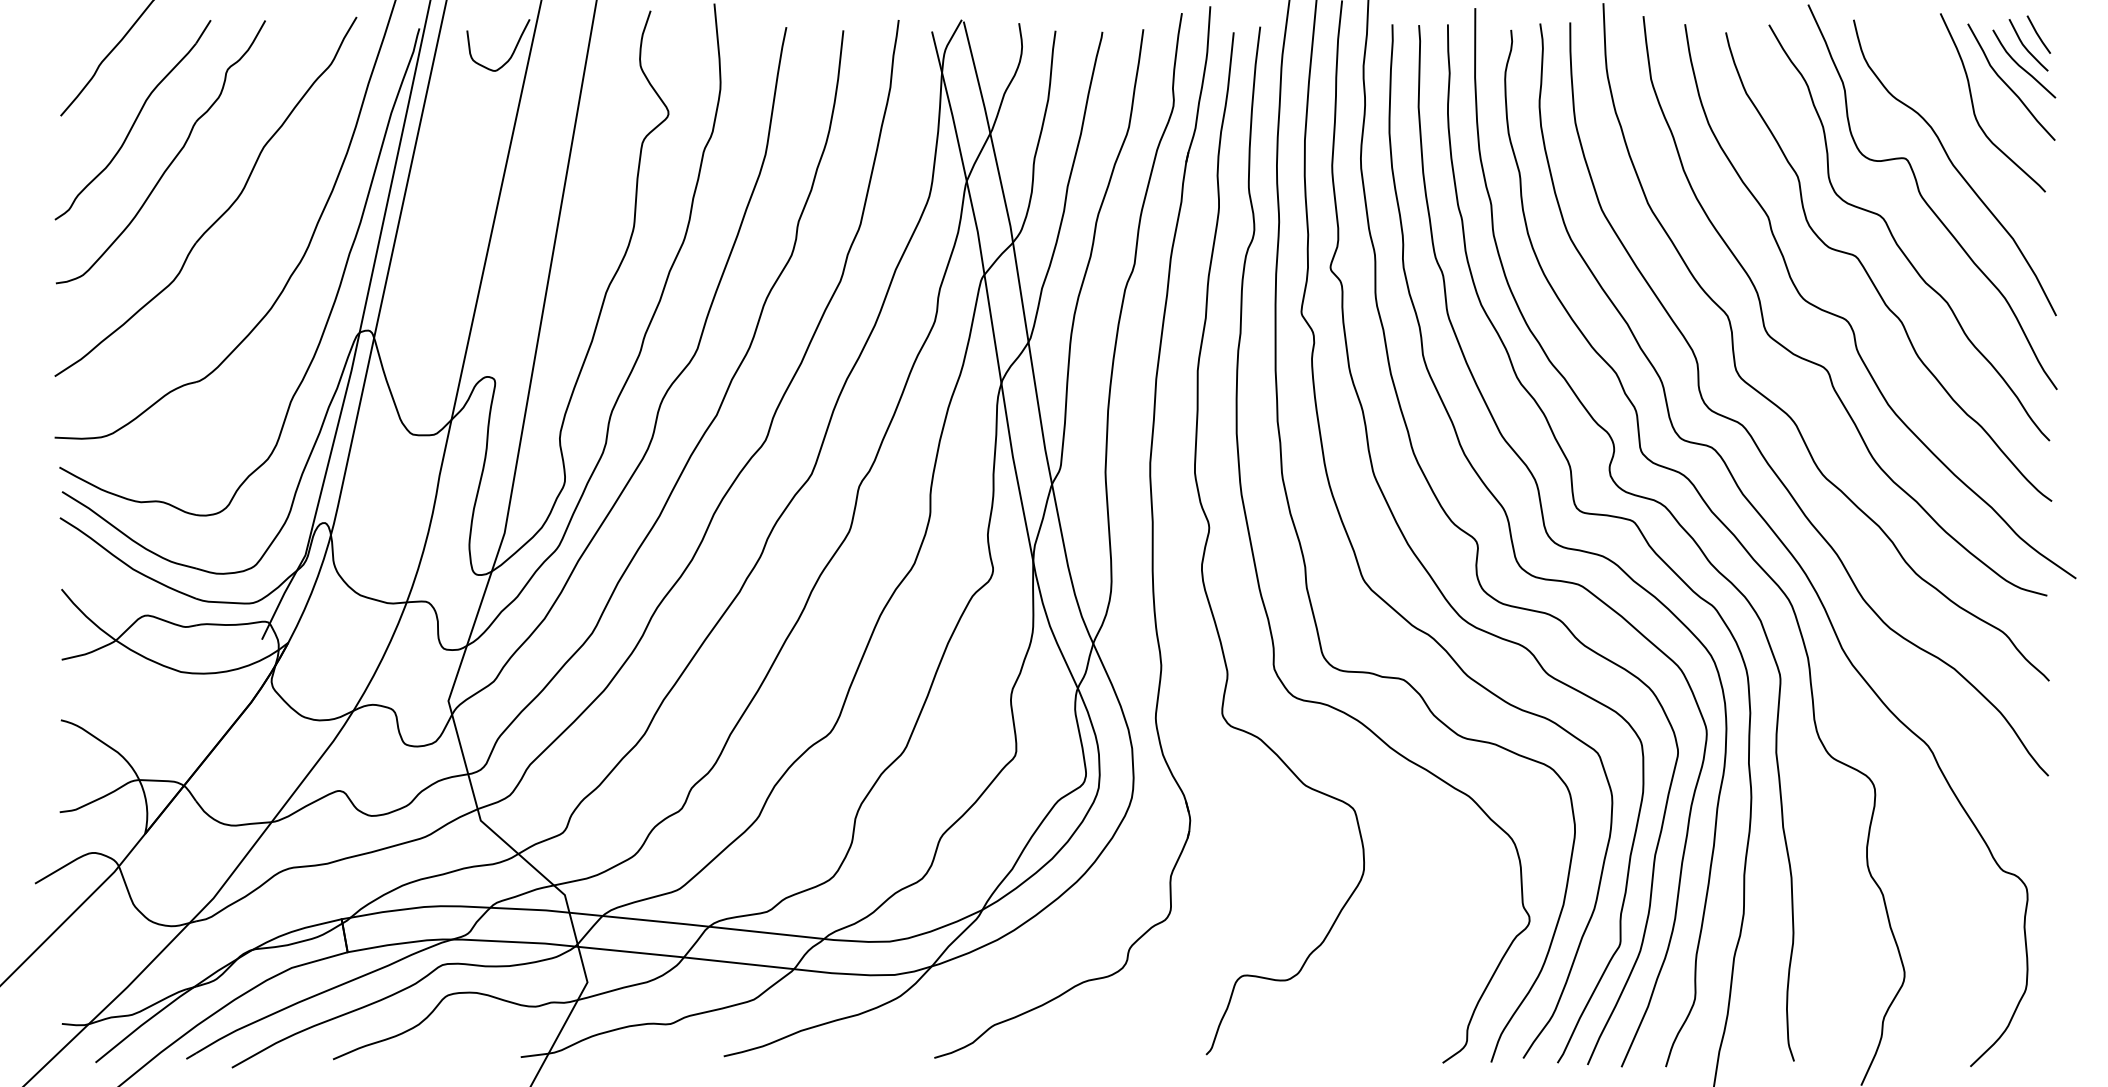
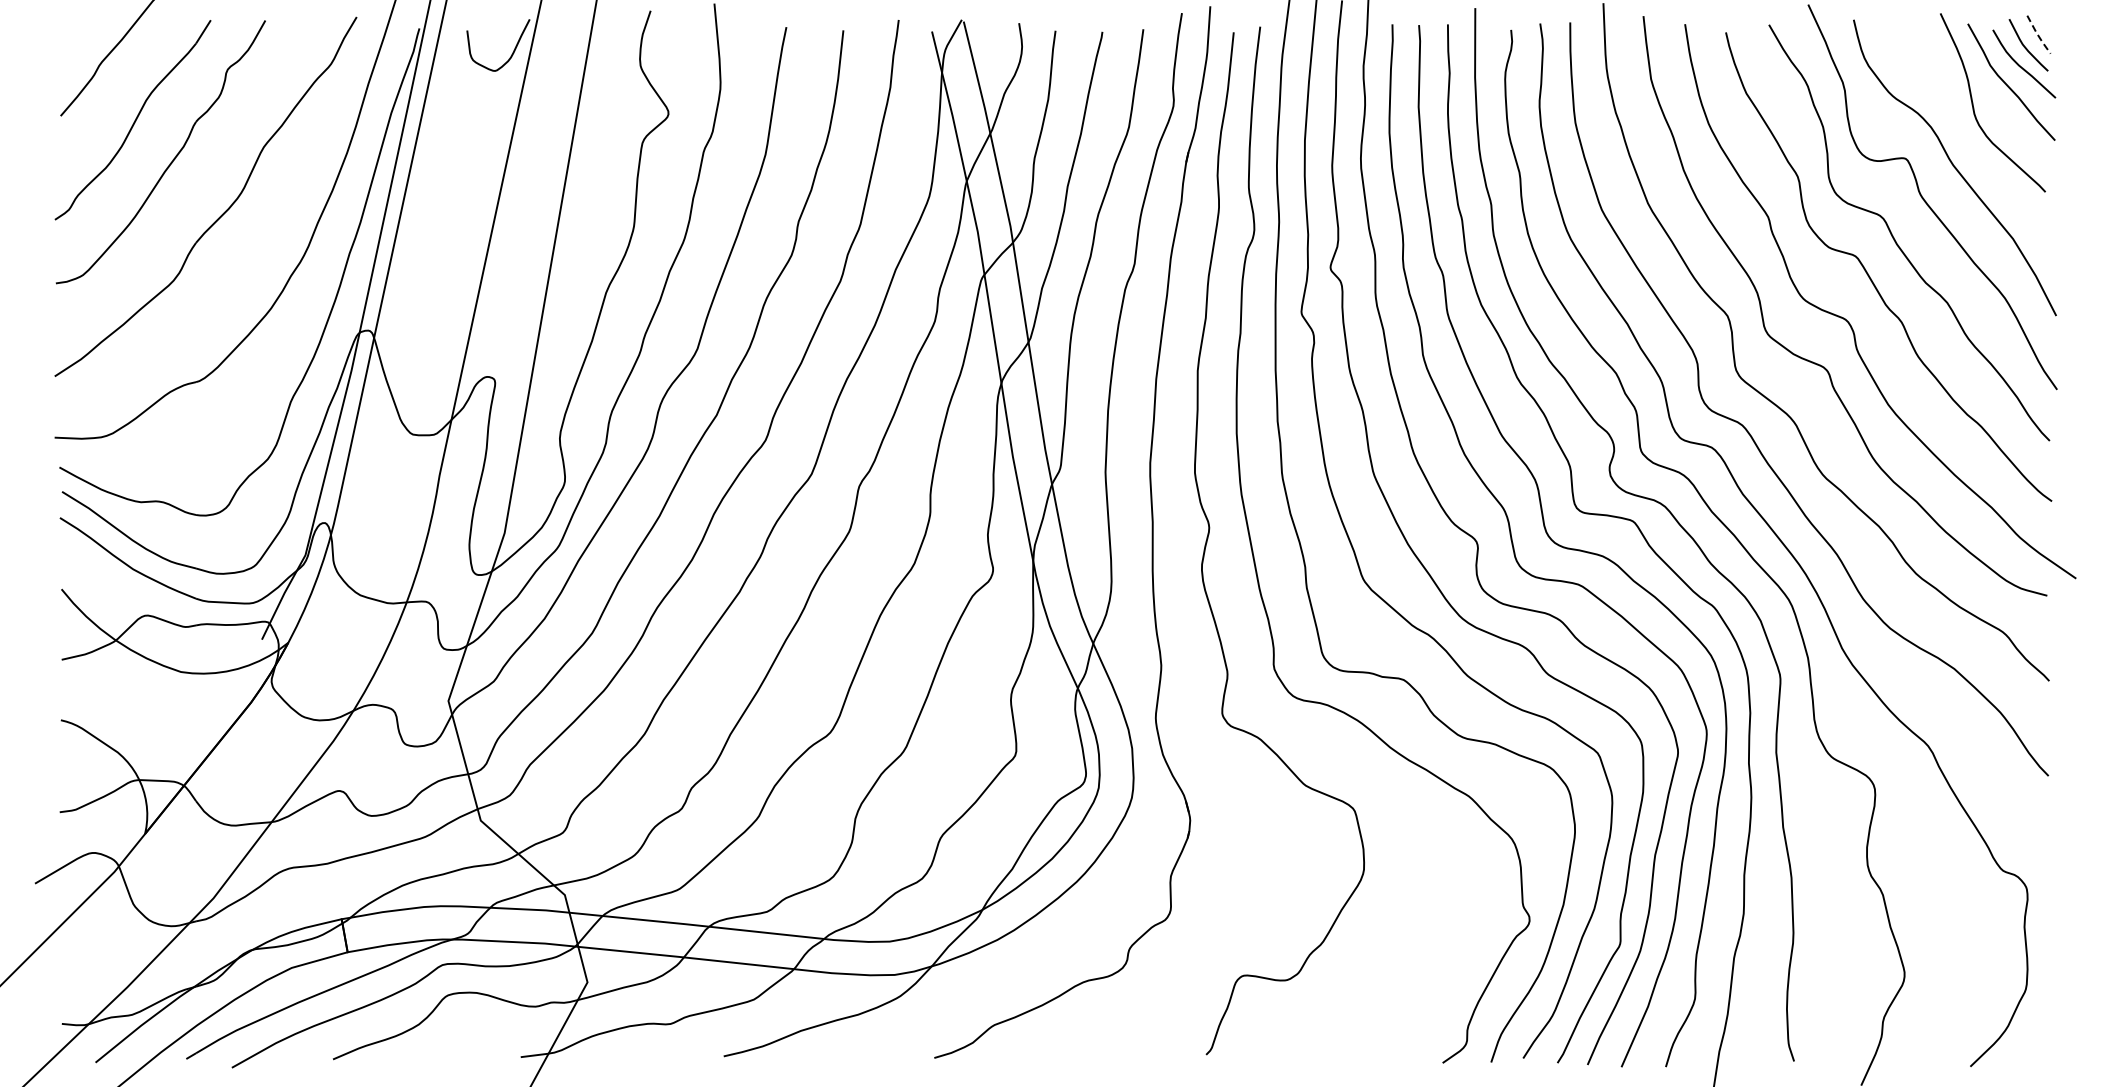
line at (2037, 35): solid -> dashed
